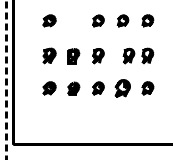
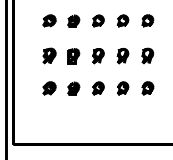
part at (73, 20): none -> present
part at (128, 55) position: (128, 55) -> (122, 55)
line at (6, 79): dashed -> solid
part at (122, 88) size: 17x19 px -> 13x15 px
